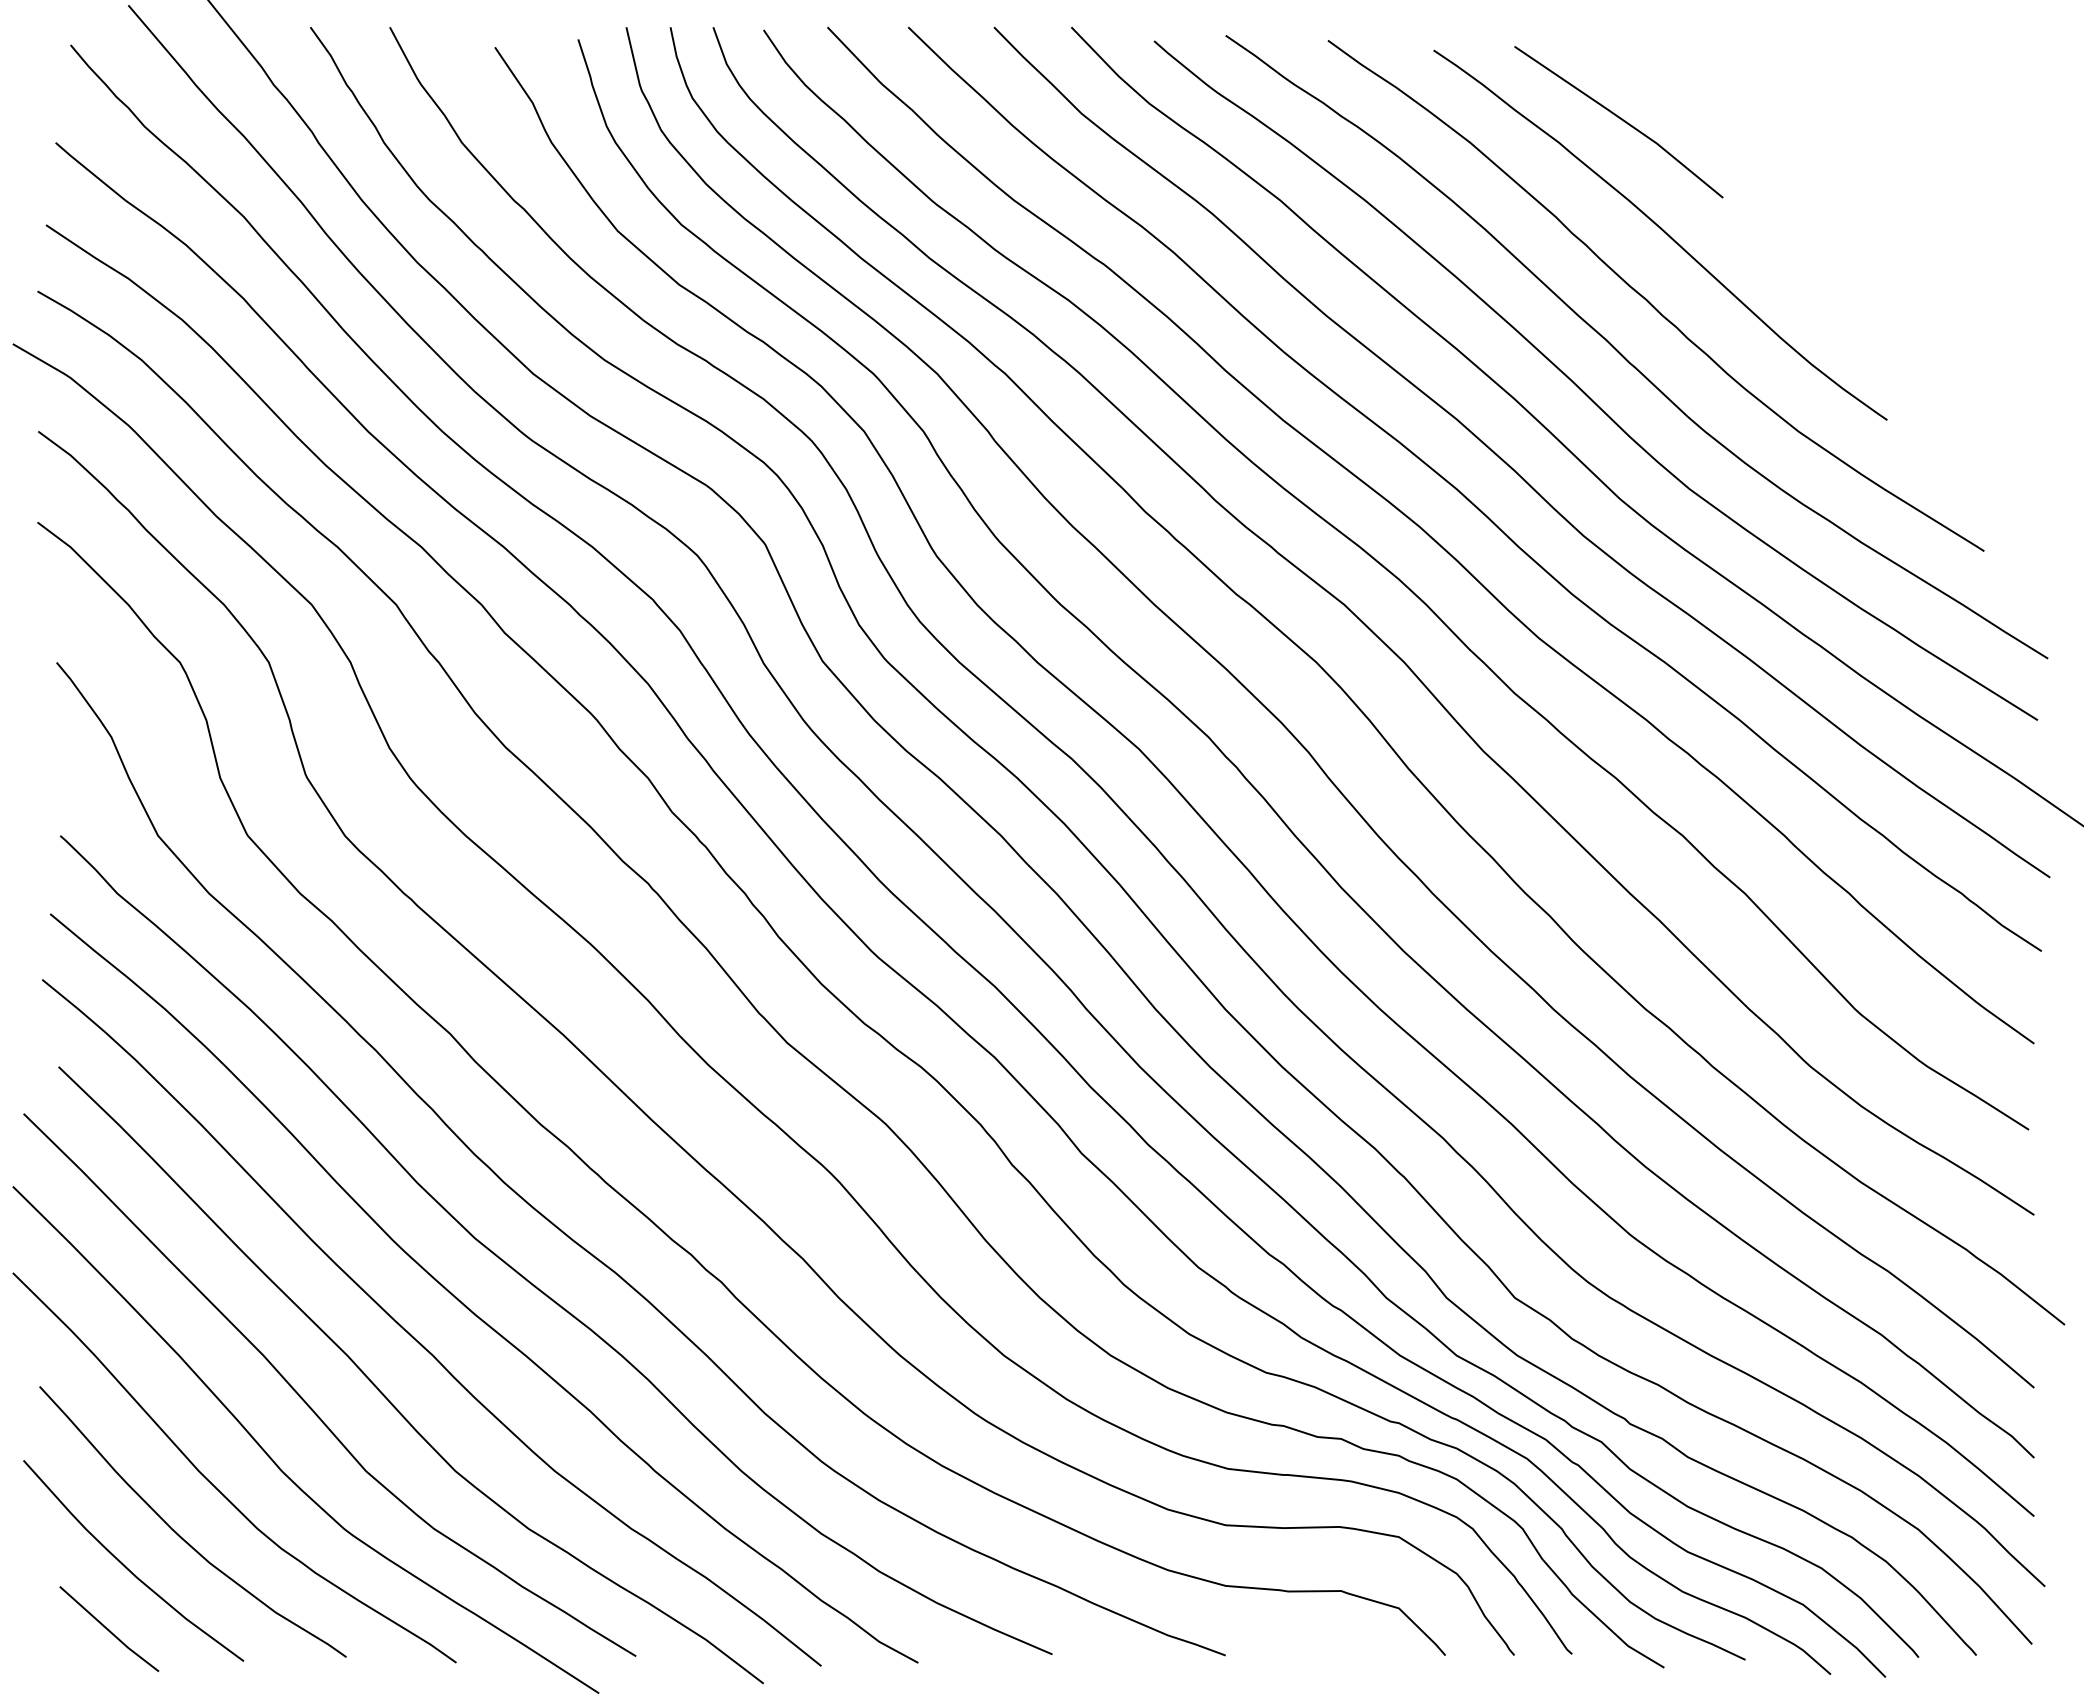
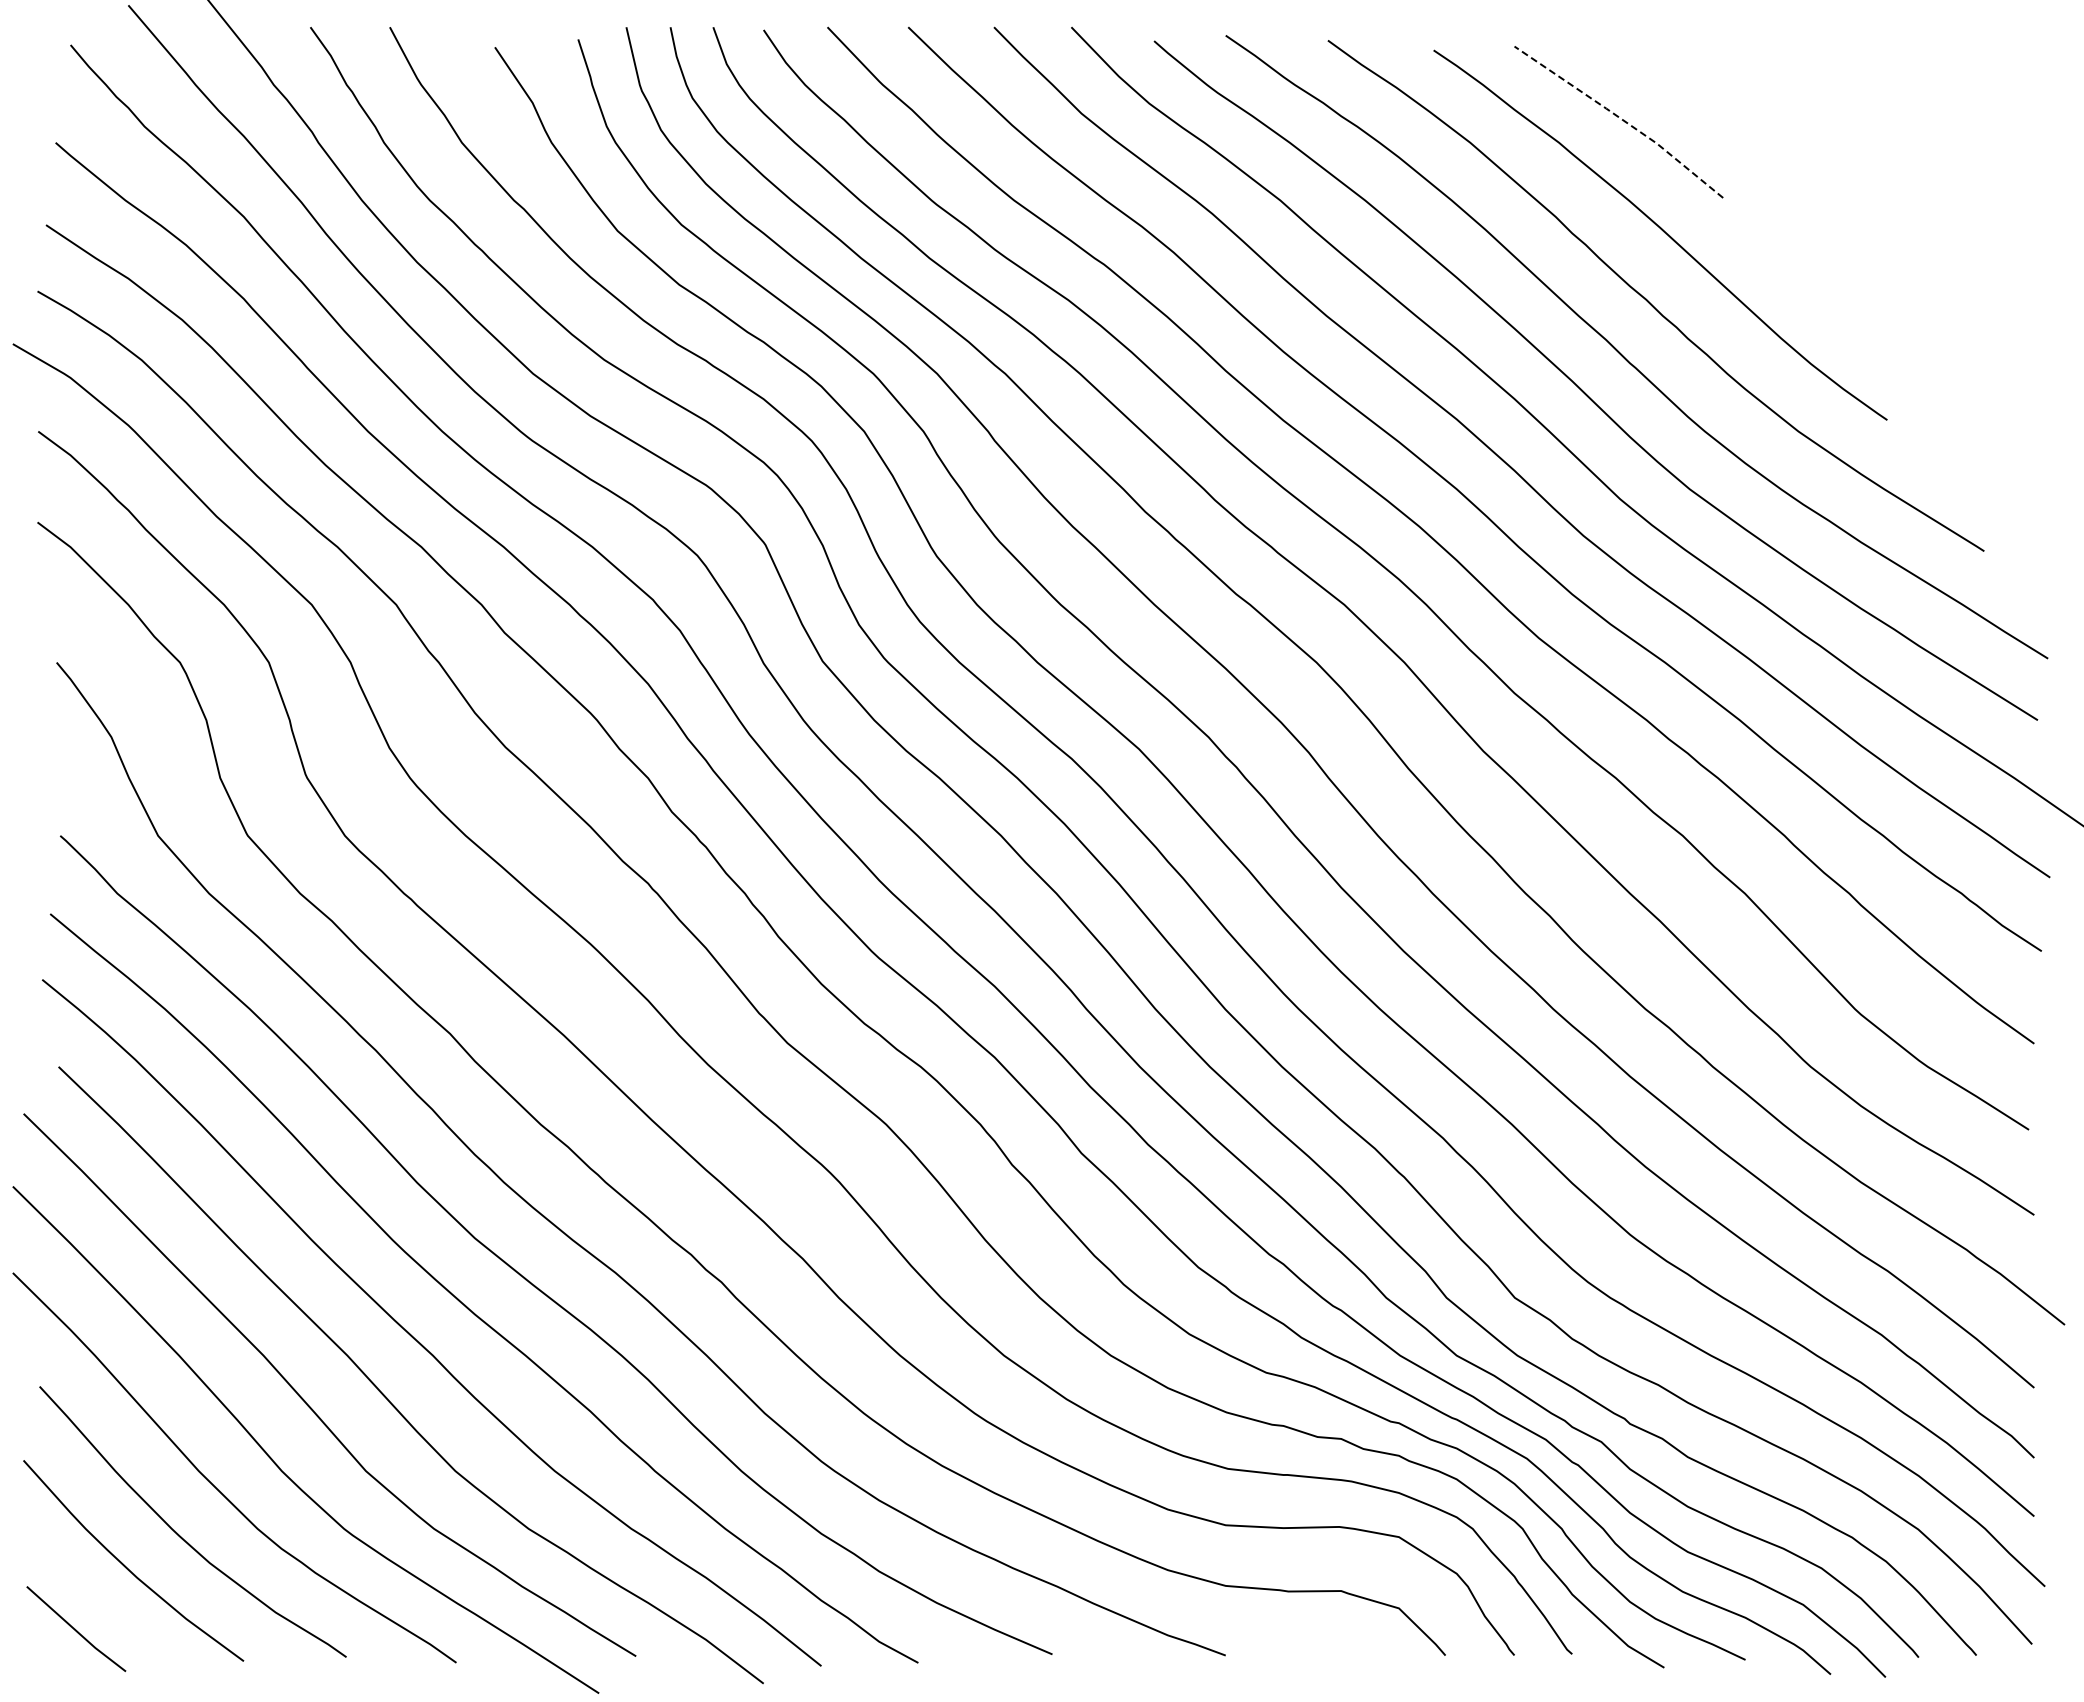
line at (1621, 118): solid -> dashed
line at (108, 1628) position: (108, 1628) -> (75, 1628)
